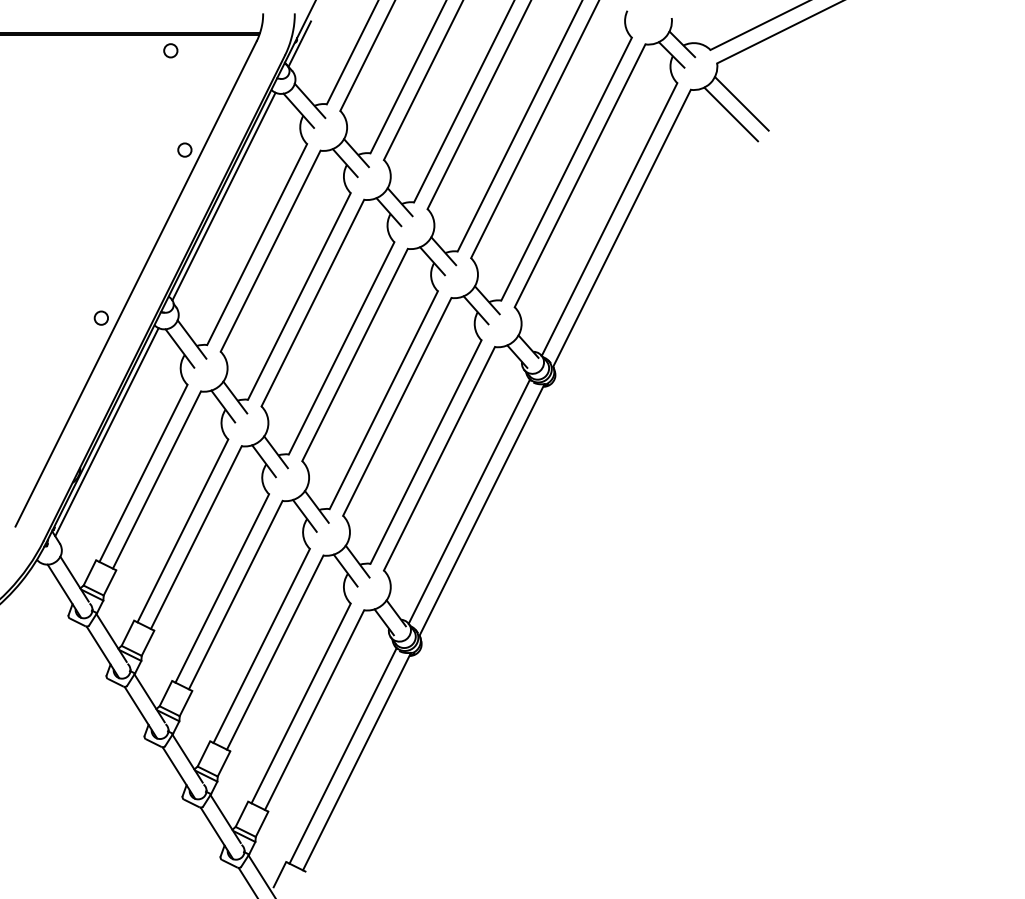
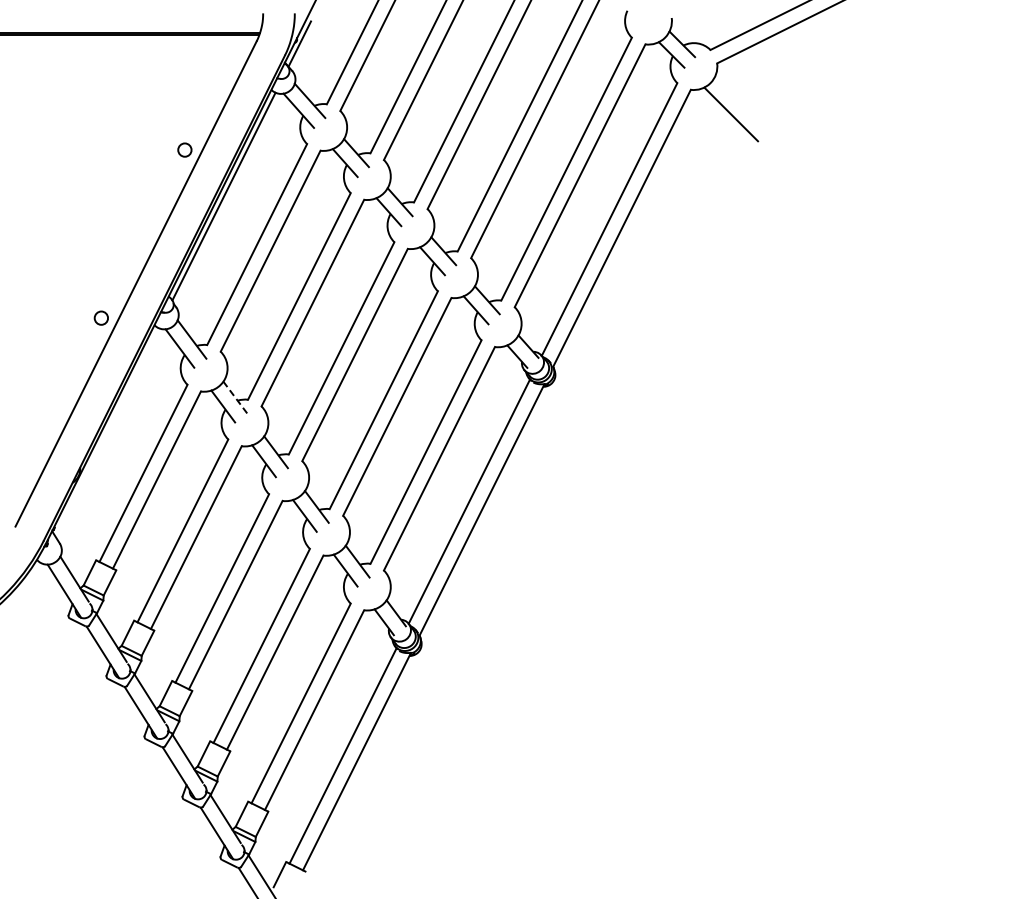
circle at (170, 50): present -> none
line at (741, 103): present -> none
line at (235, 397): solid -> dashed
line at (106, 432): present -> none
